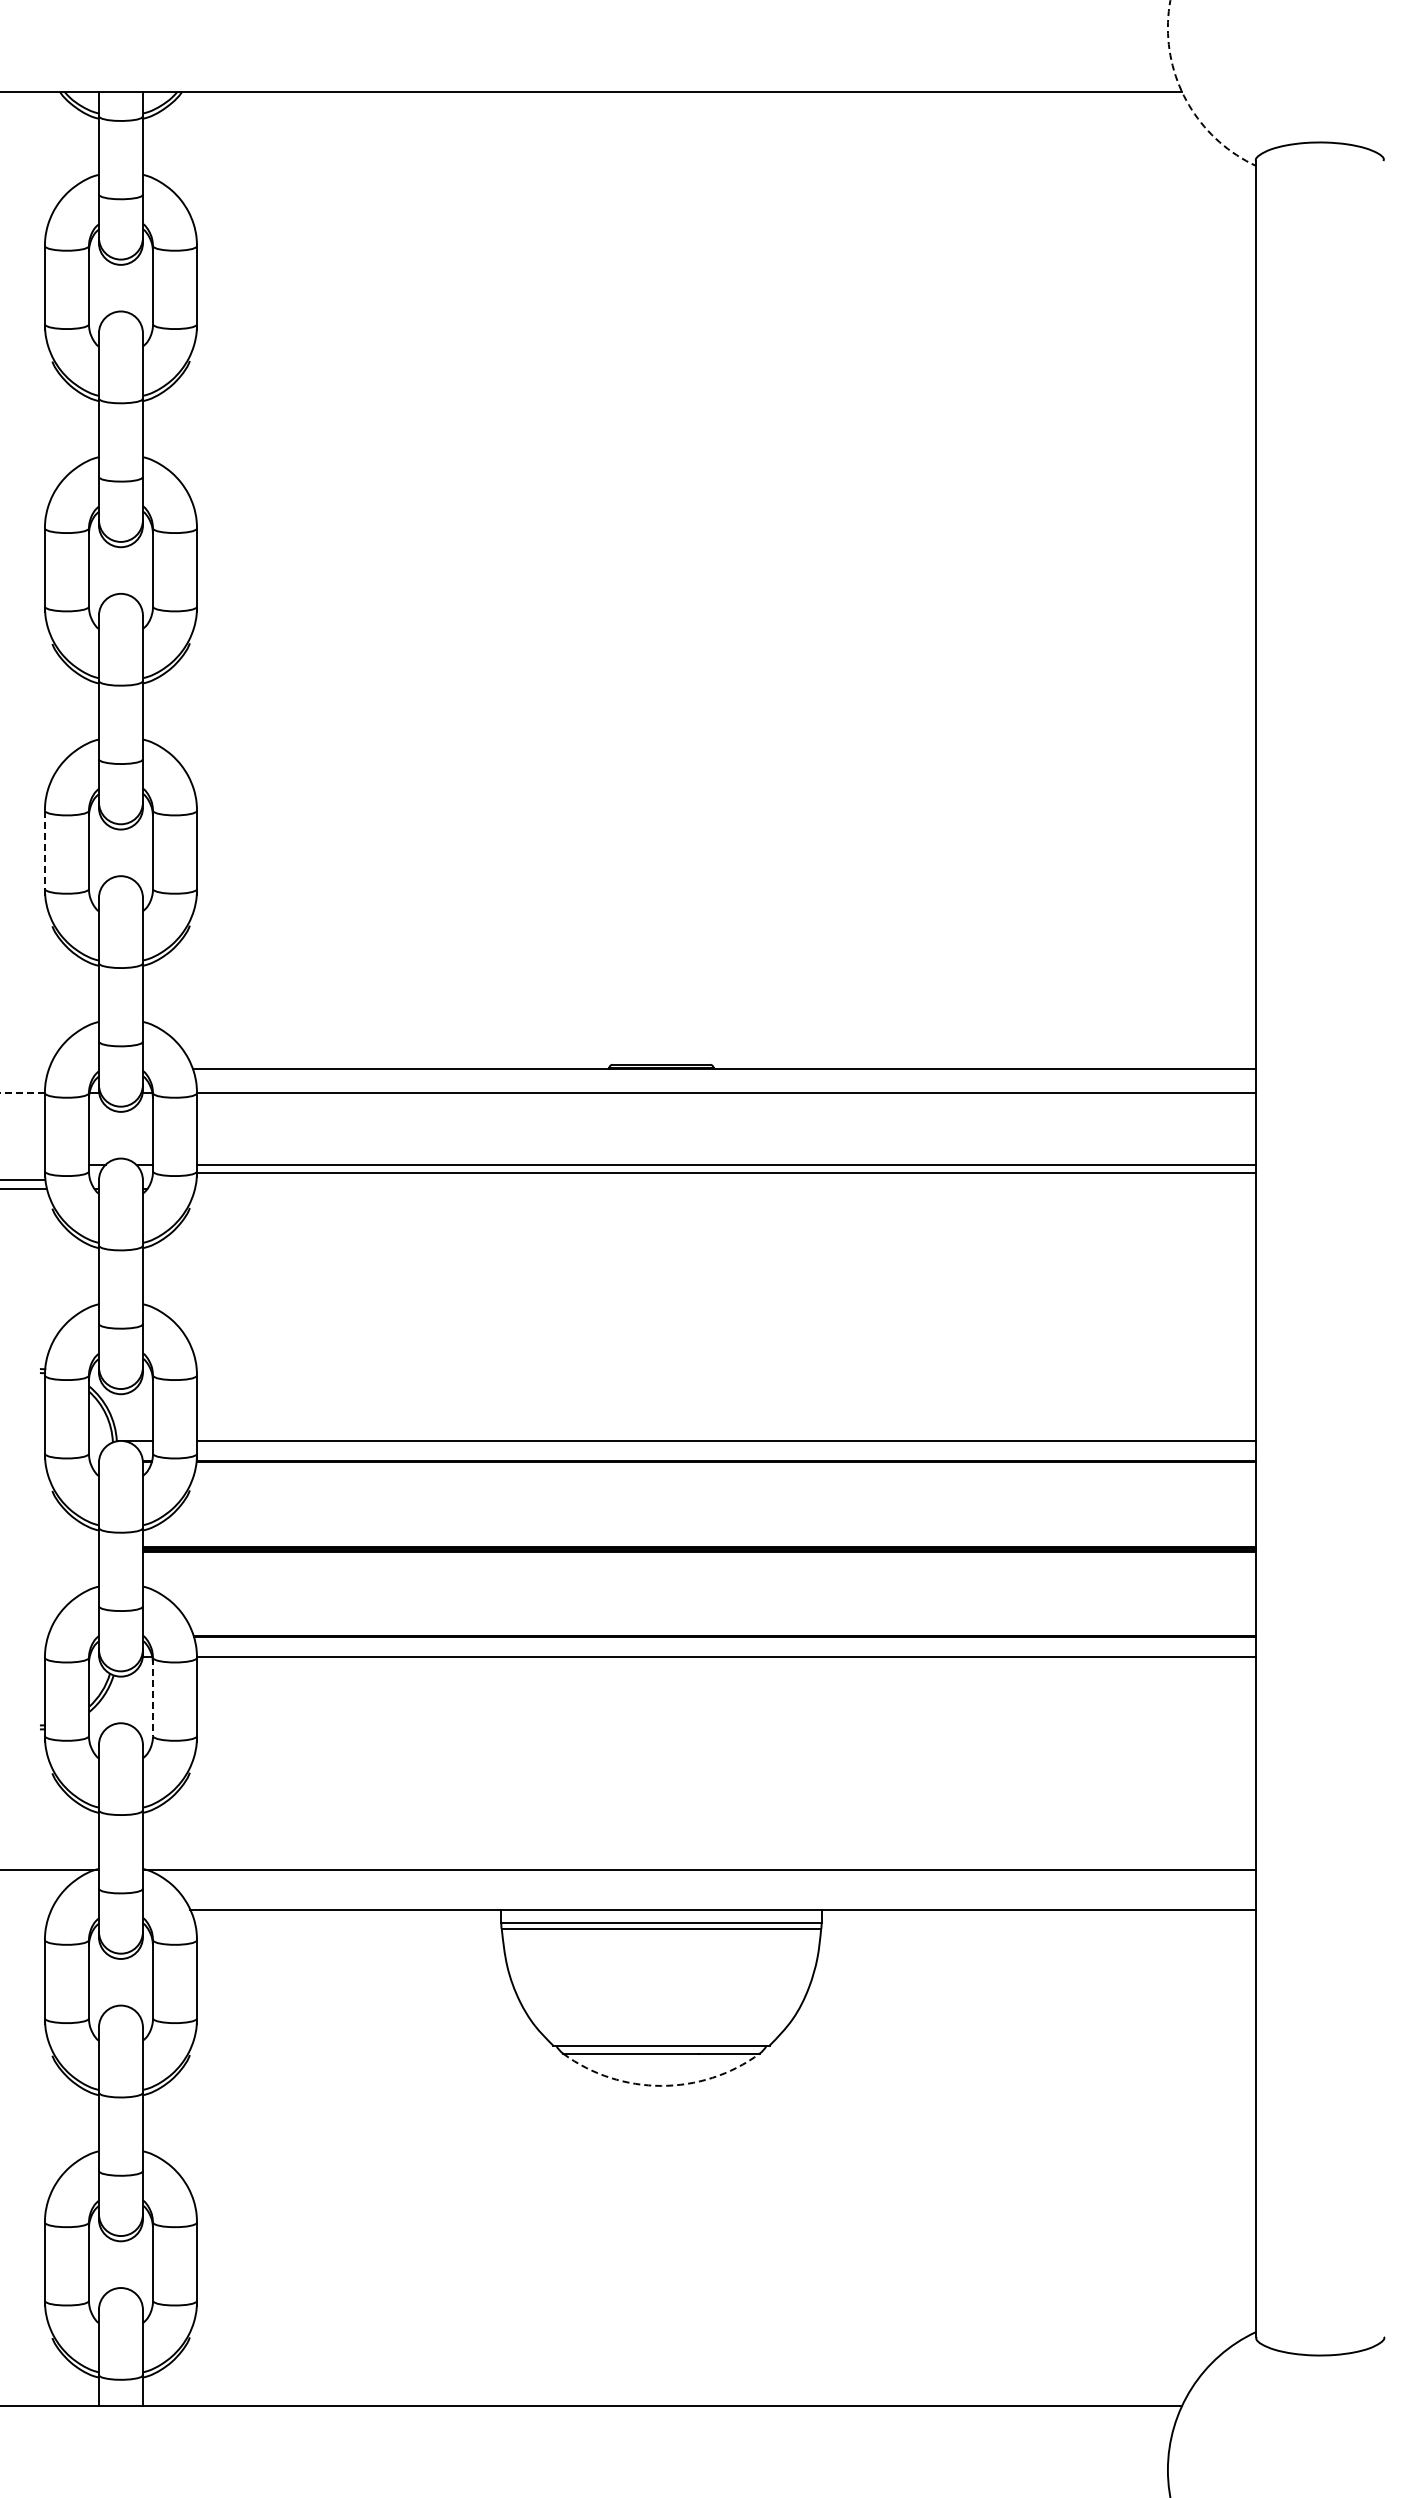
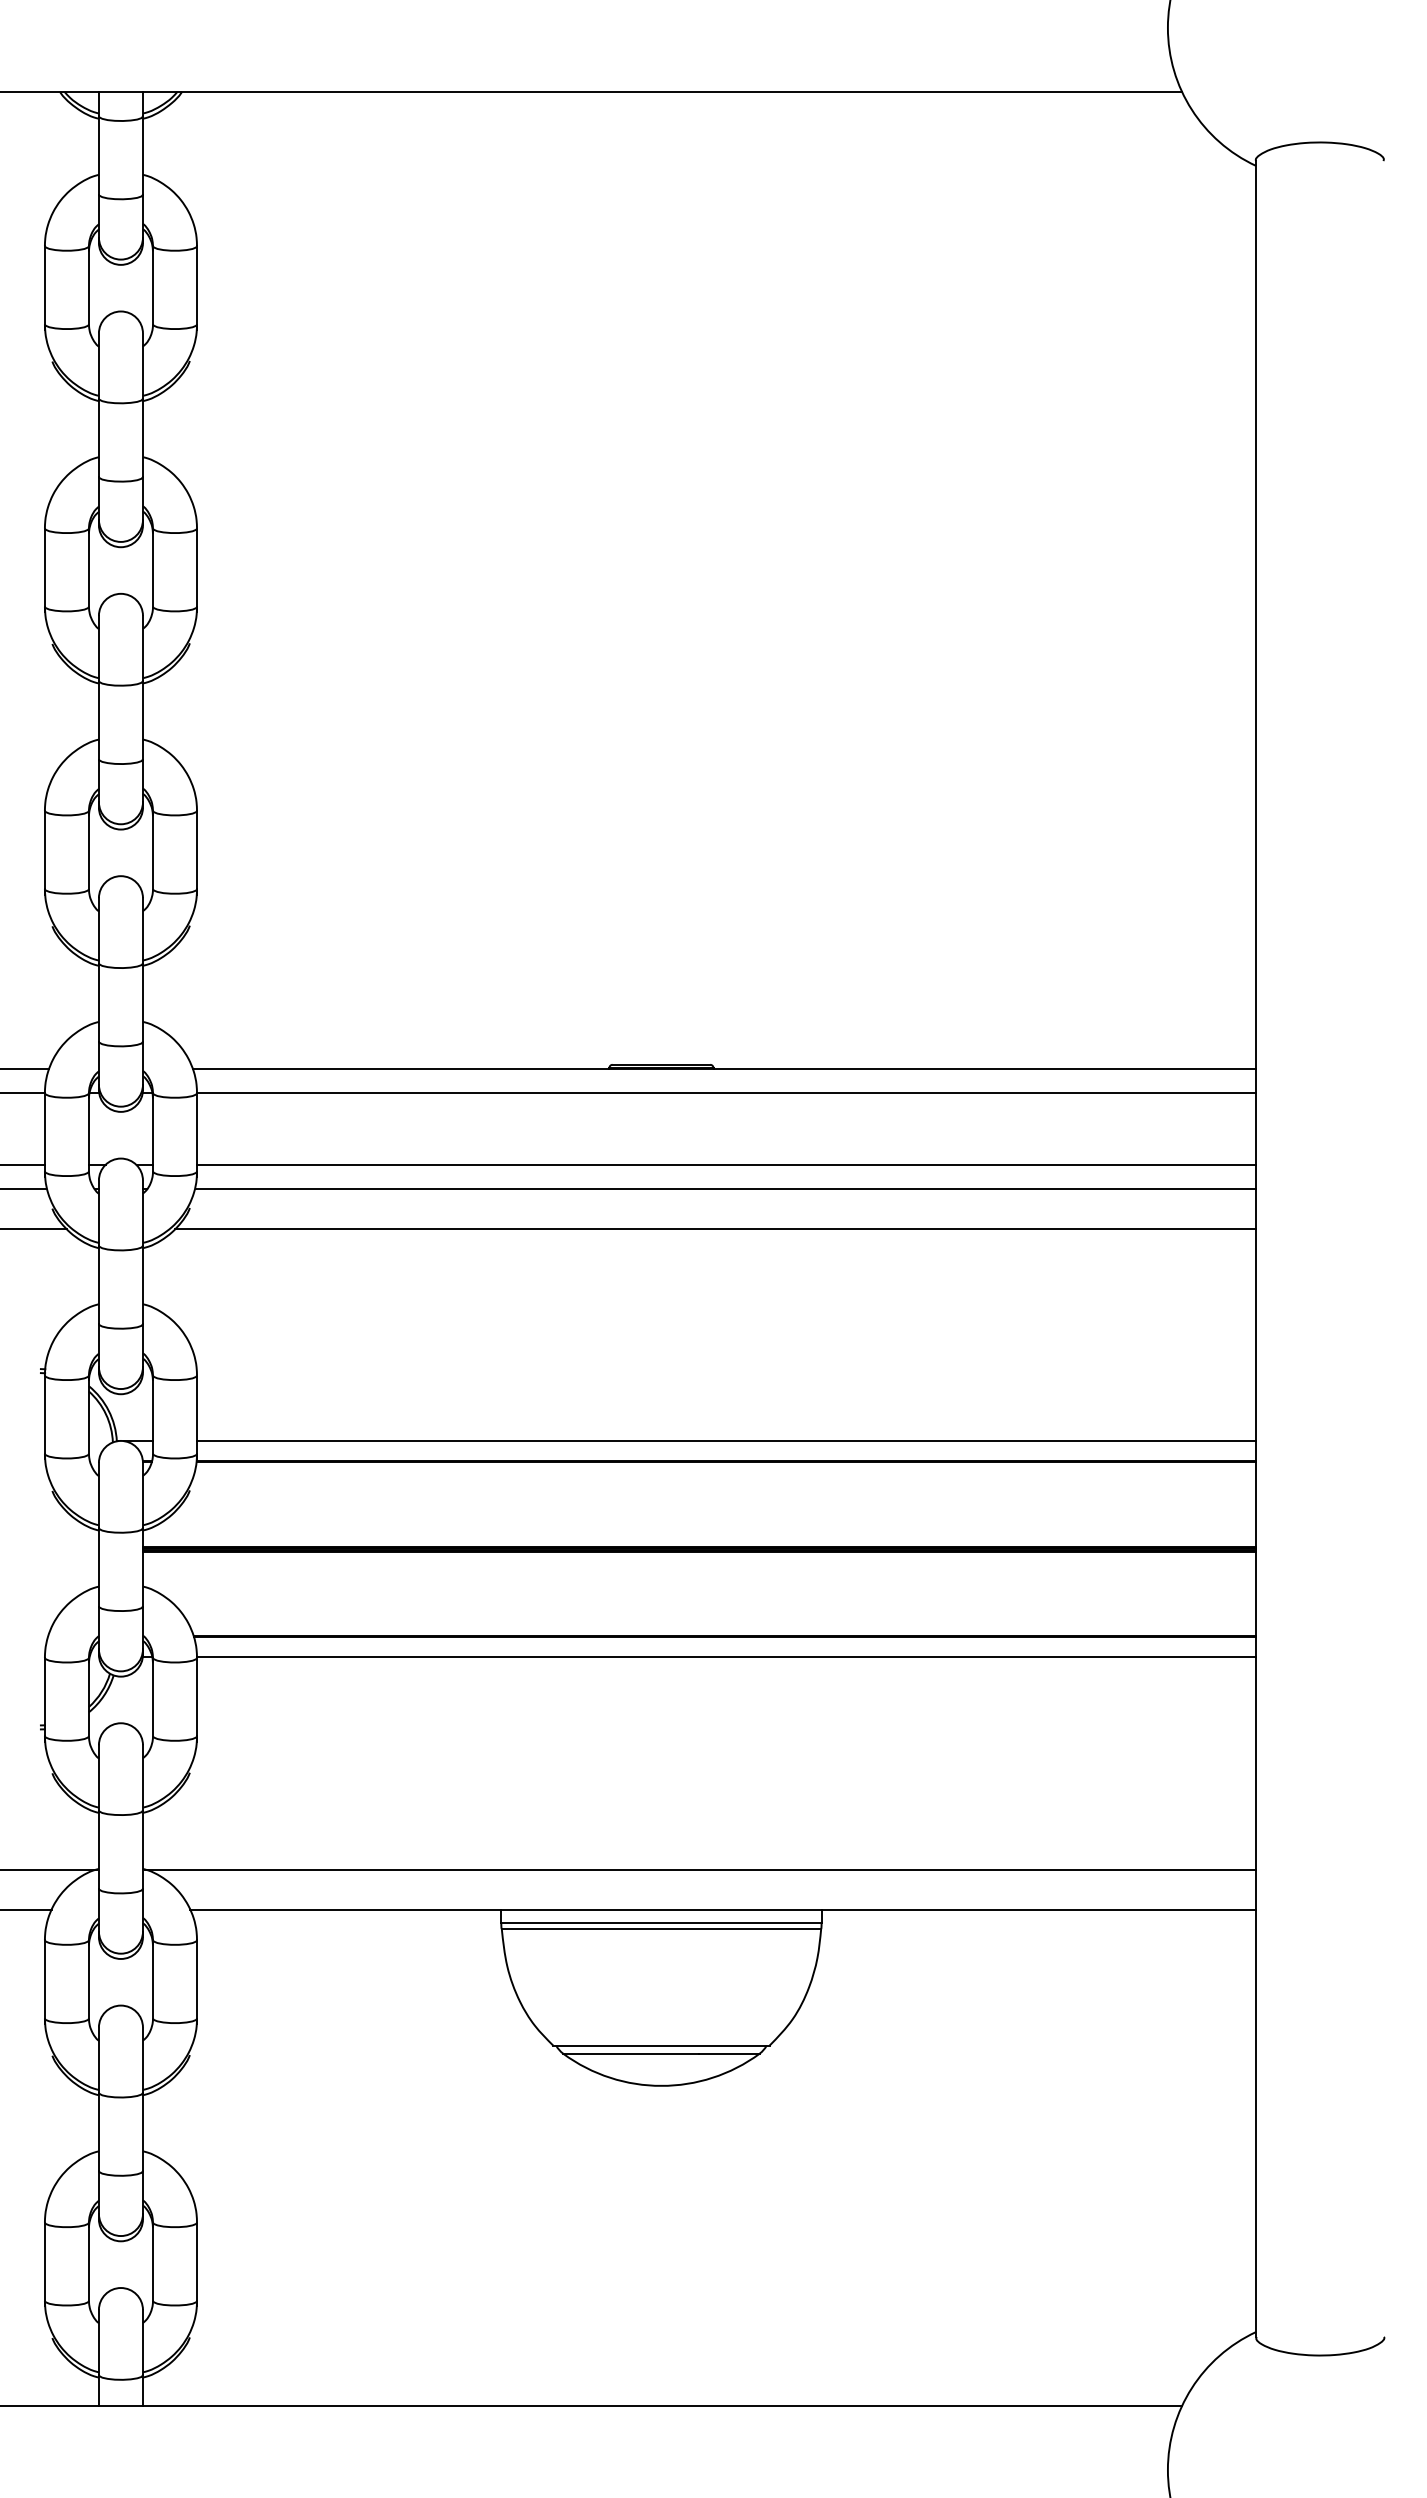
arc at (1185, 97): dashed -> solid
line at (44, 850): dashed -> solid
line at (25, 1068): none -> present
line at (22, 1092): dashed -> solid
line at (725, 1172) position: (725, 1172) -> (725, 1188)
line at (23, 1179) position: (23, 1179) -> (23, 1164)
line at (34, 1228): none -> present
line at (715, 1228): none -> present
line at (152, 1697): dashed -> solid
line at (26, 1909): none -> present
arc at (661, 2085): dashed -> solid
